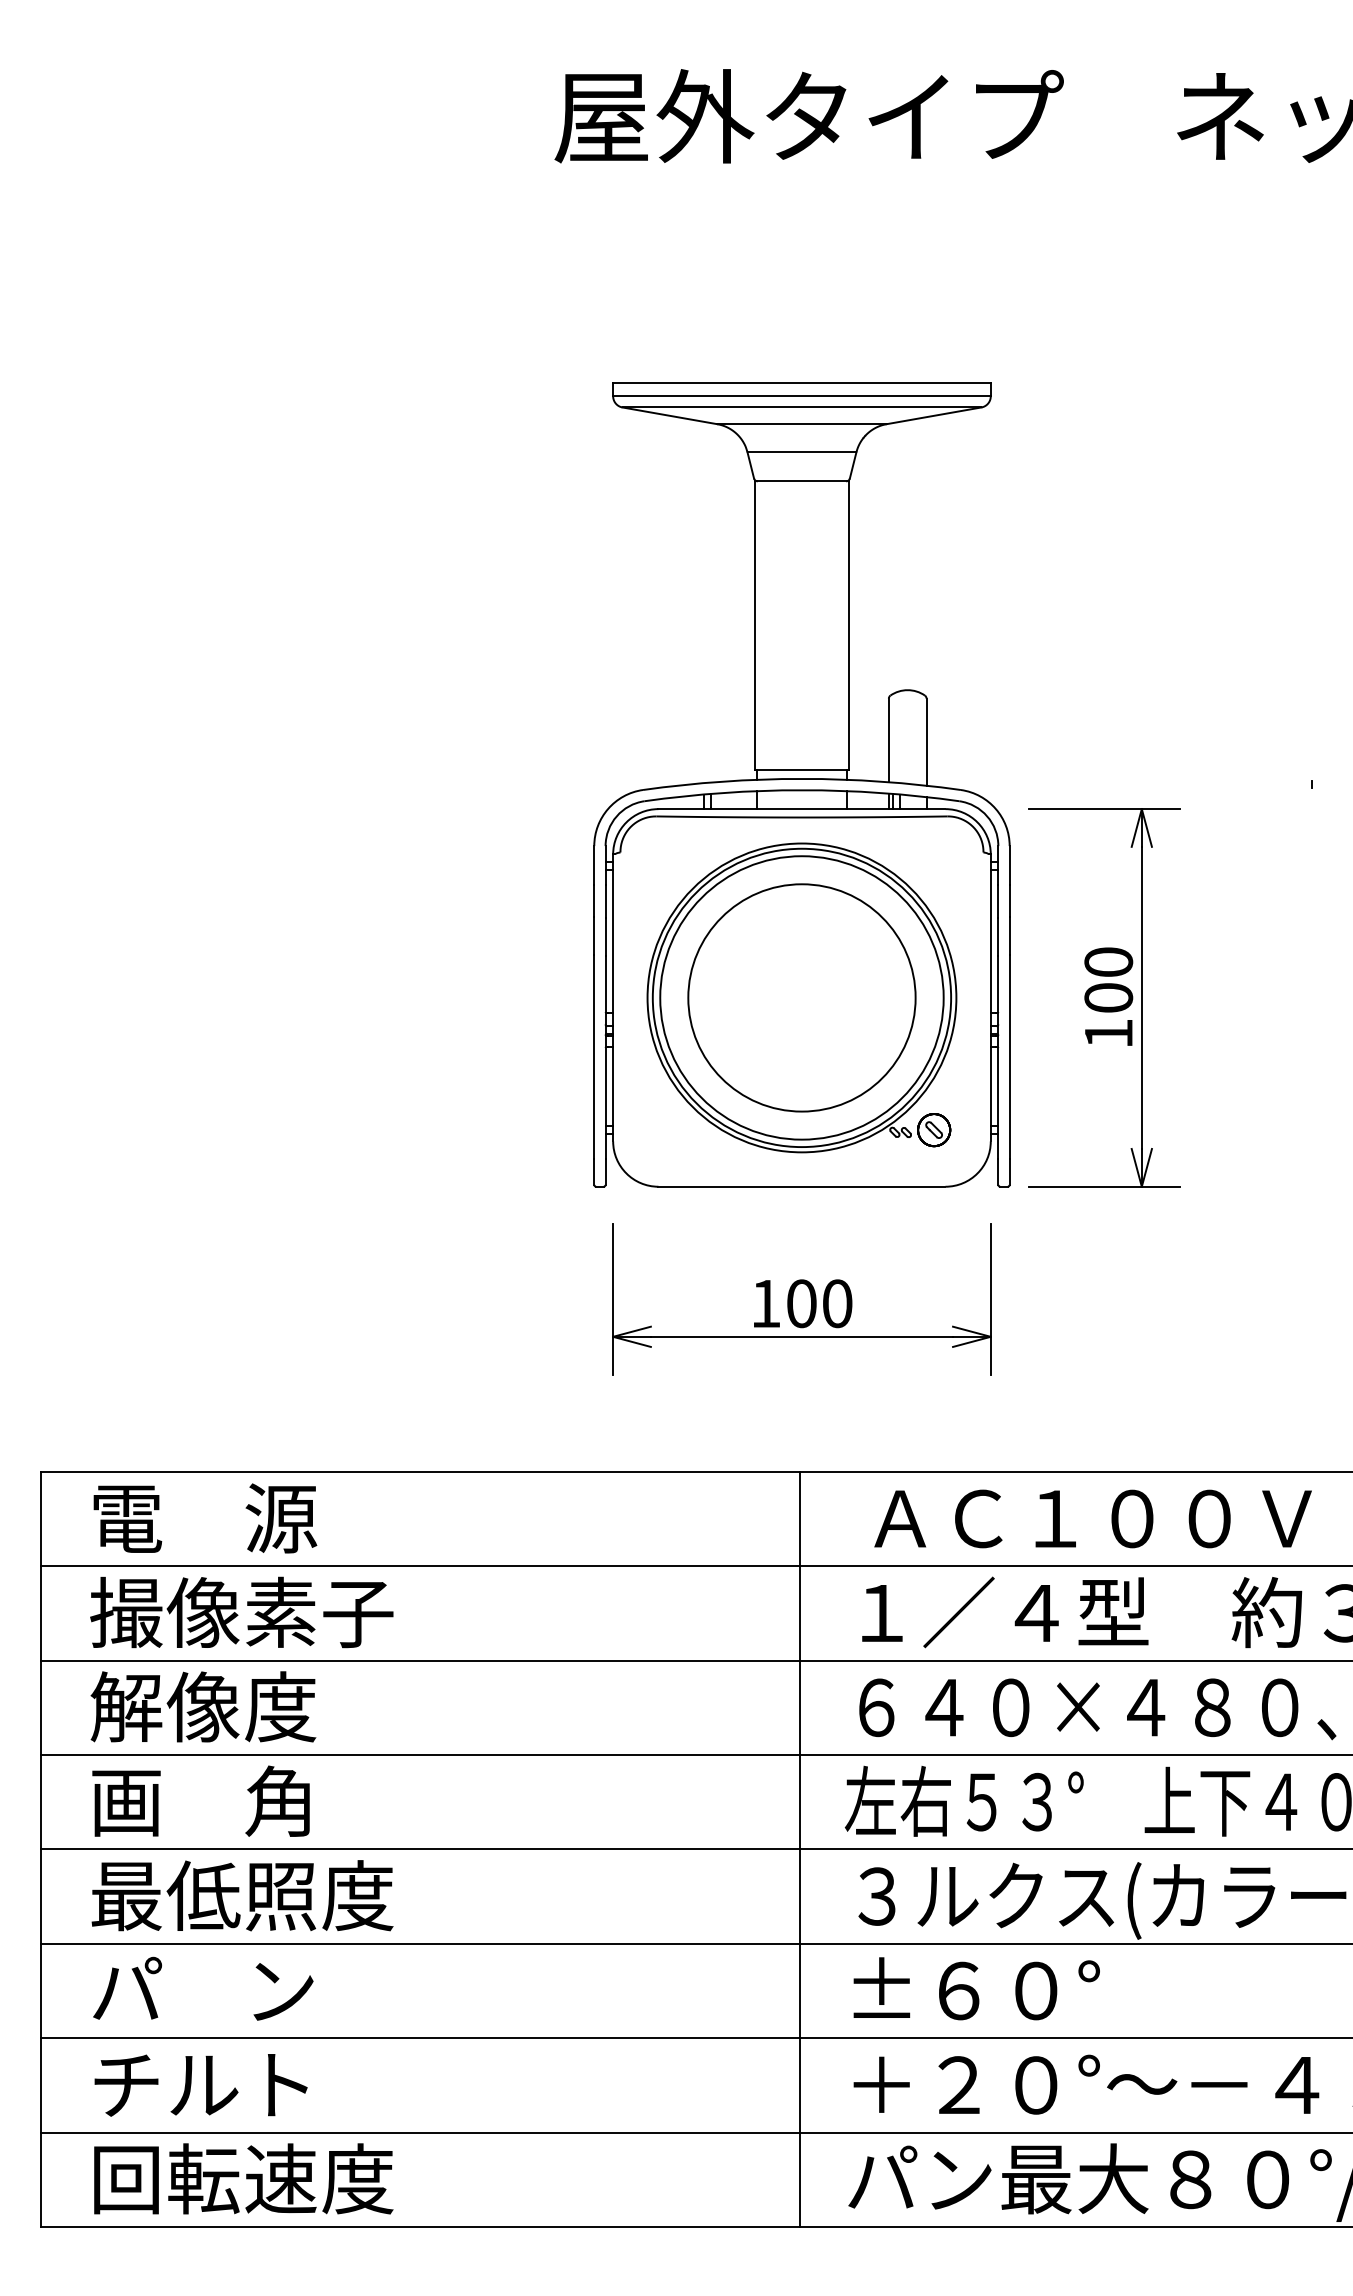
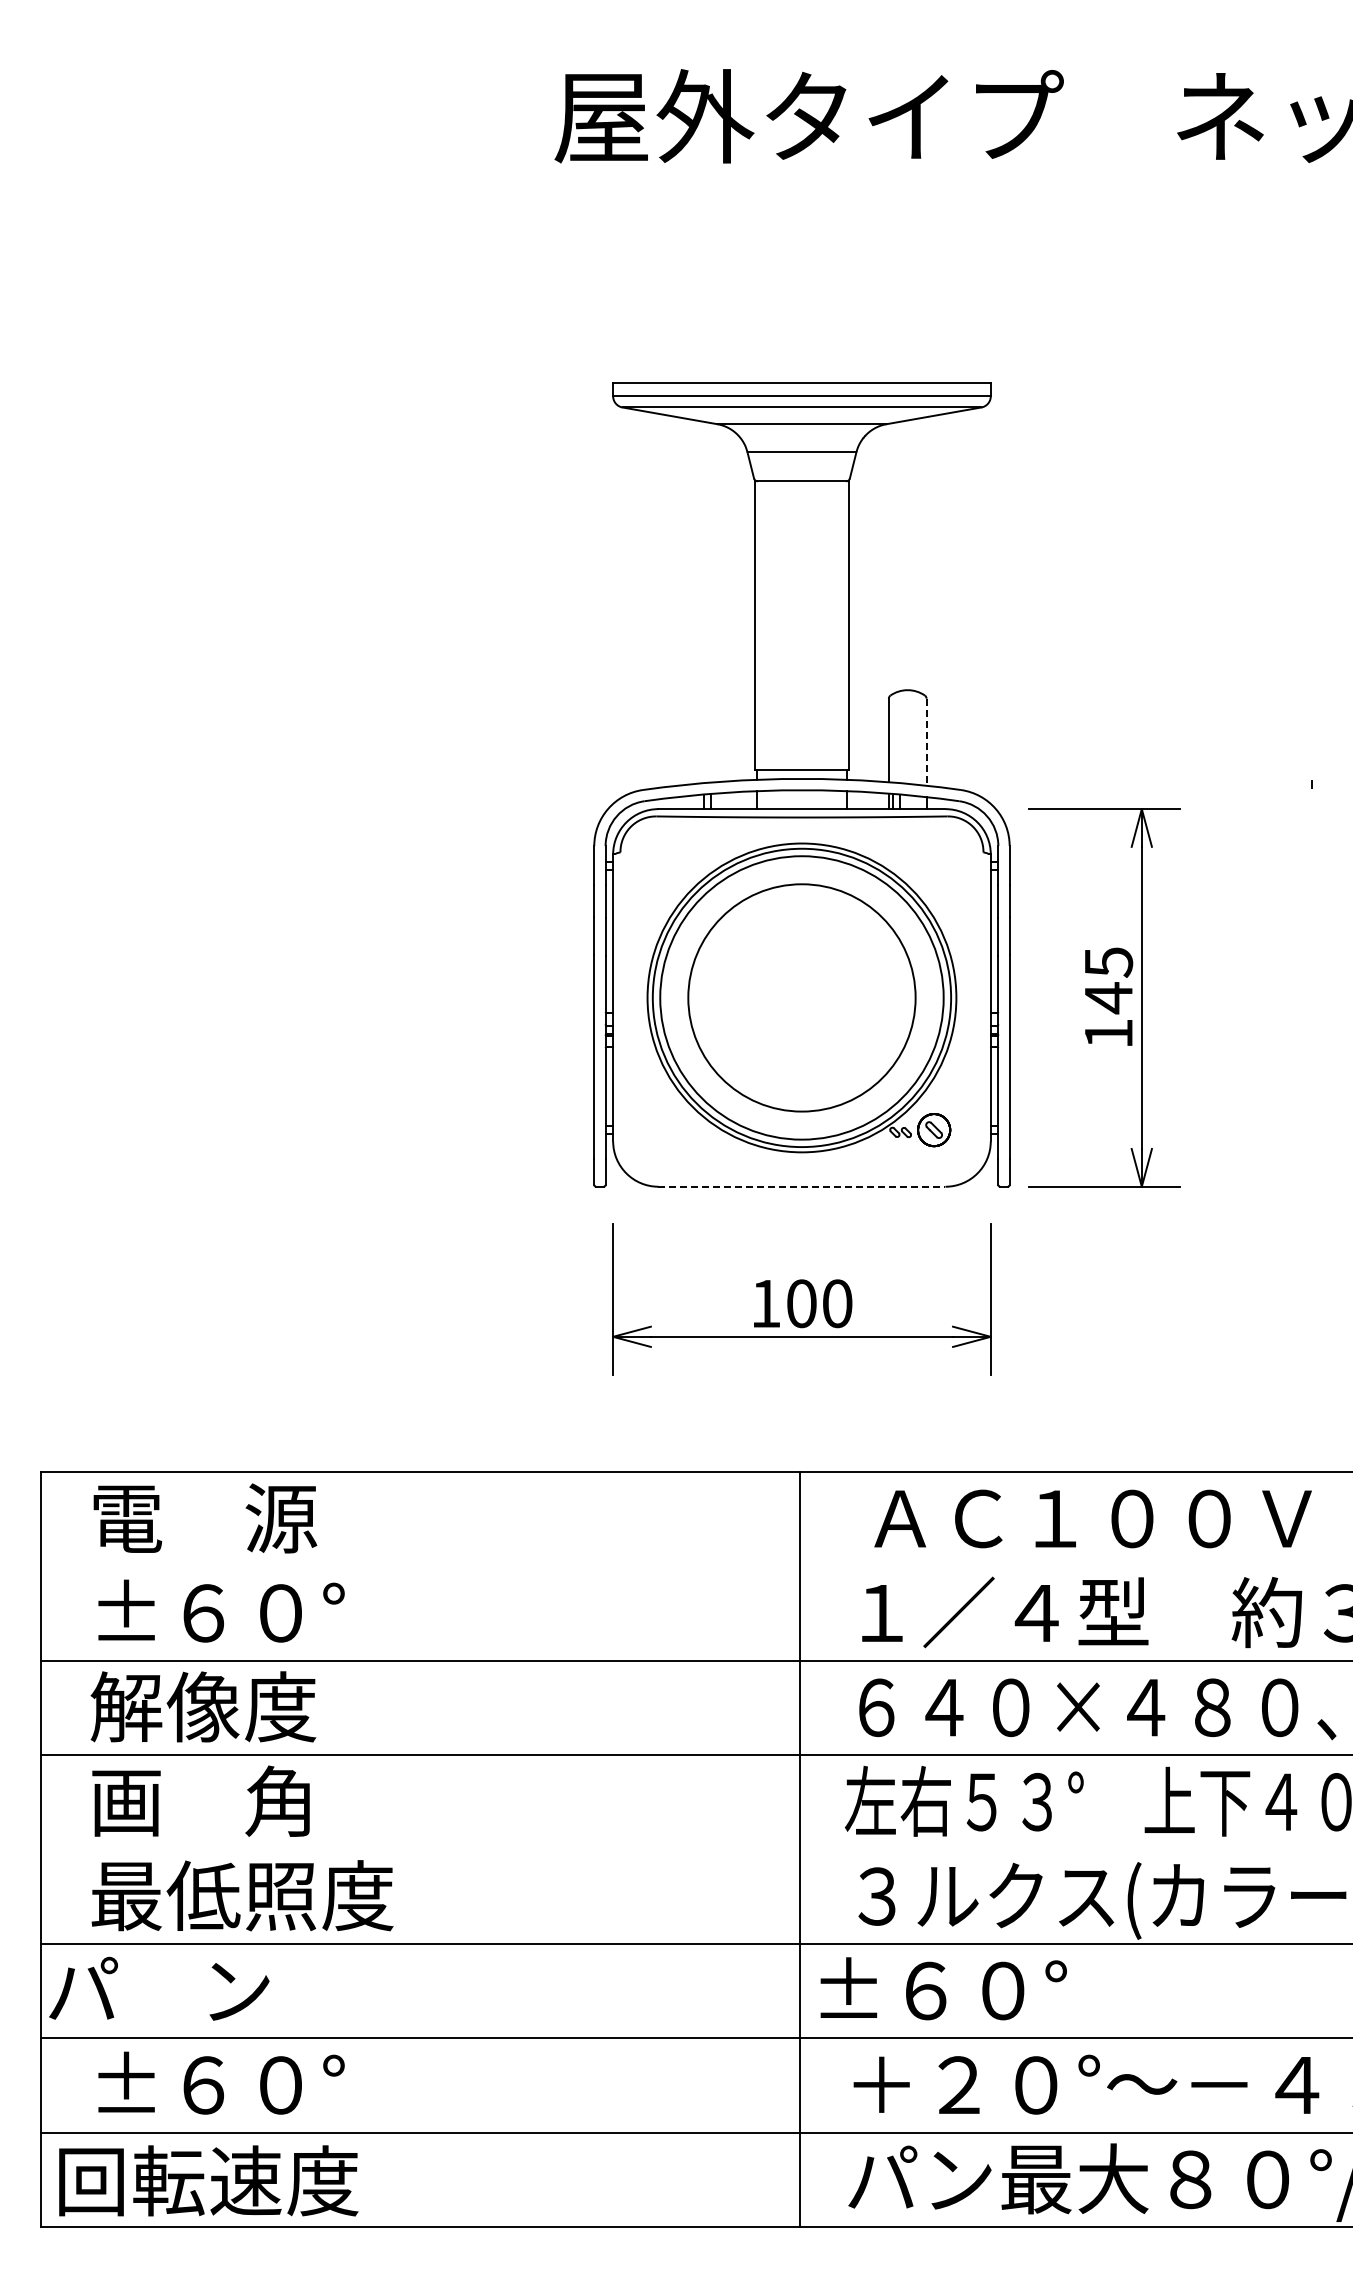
line at (926, 742): solid -> dashed
text at (1108, 980): 100 -> 145
line at (802, 1186): solid -> dashed
line at (694, 1566): present -> none
text at (241, 1612): 撮像素子 -> ±６０°
line at (694, 1849): present -> none
text at (203, 1988) position: (203, 1988) -> (159, 1988)
text at (976, 1988) position: (976, 1988) -> (943, 1988)
text at (219, 2083): チルト -> ±６０°
text at (243, 2178) position: (243, 2178) -> (208, 2180)
